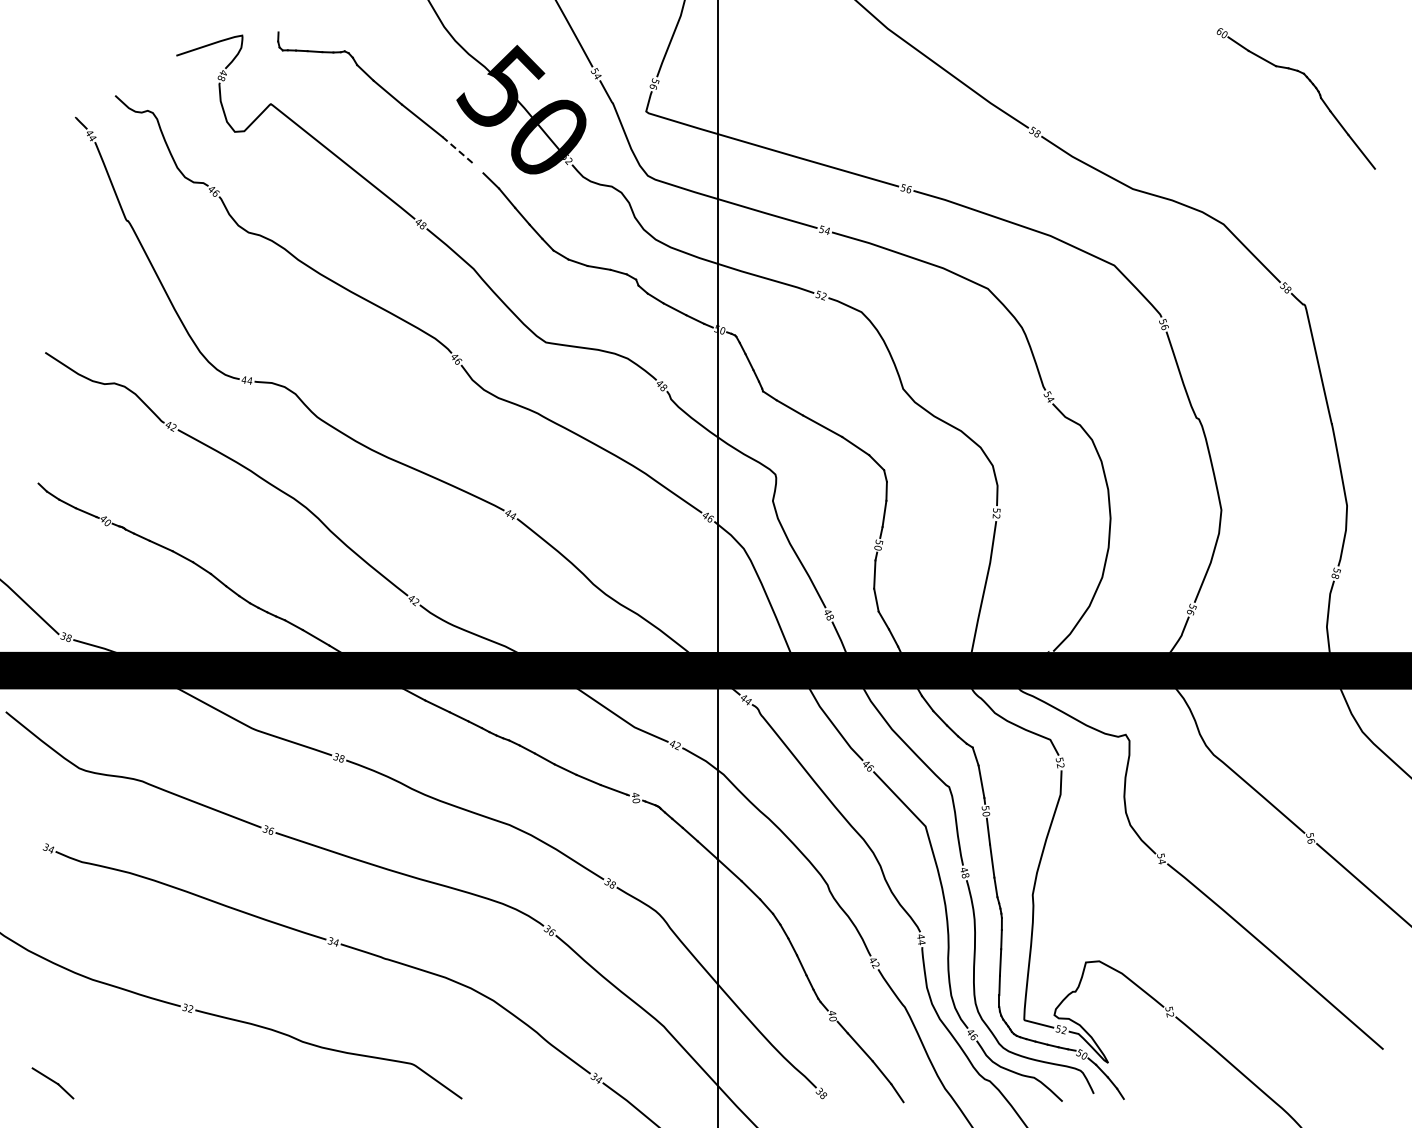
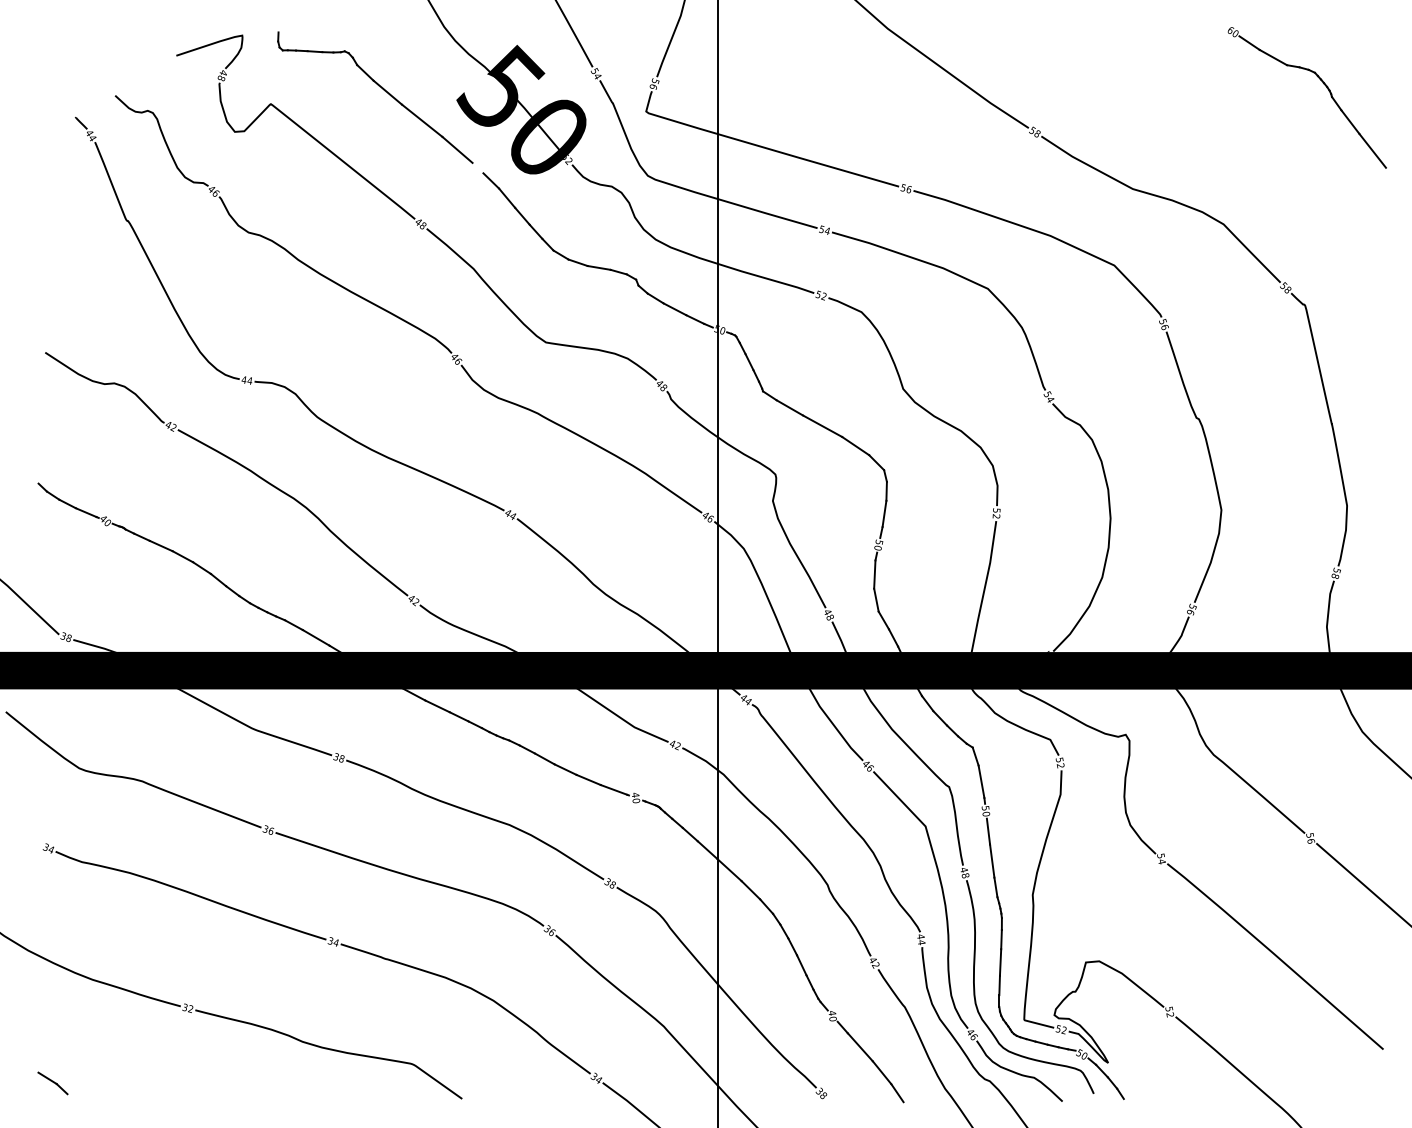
part at (1312, 85) position: (1312, 85) -> (1323, 84)
line at (457, 149): dashed -> solid
part at (52, 1083) size: 44x33 px -> 32x25 px
